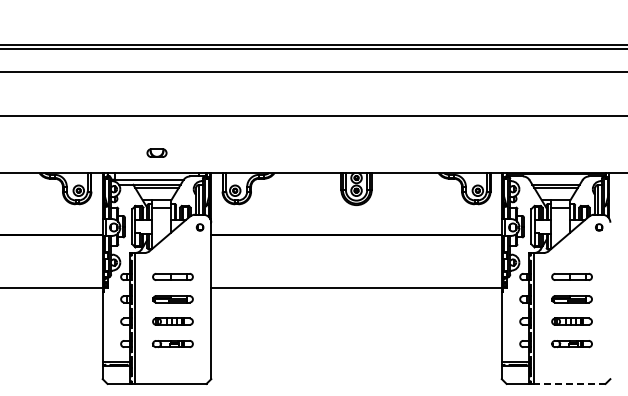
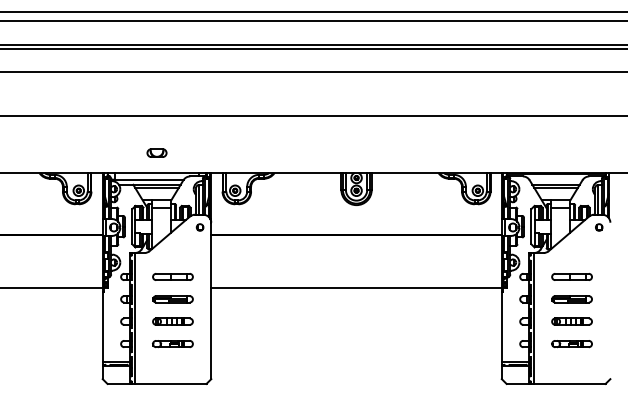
line at (313, 12): none -> present
line at (313, 21): none -> present
line at (569, 383): dashed -> solid
